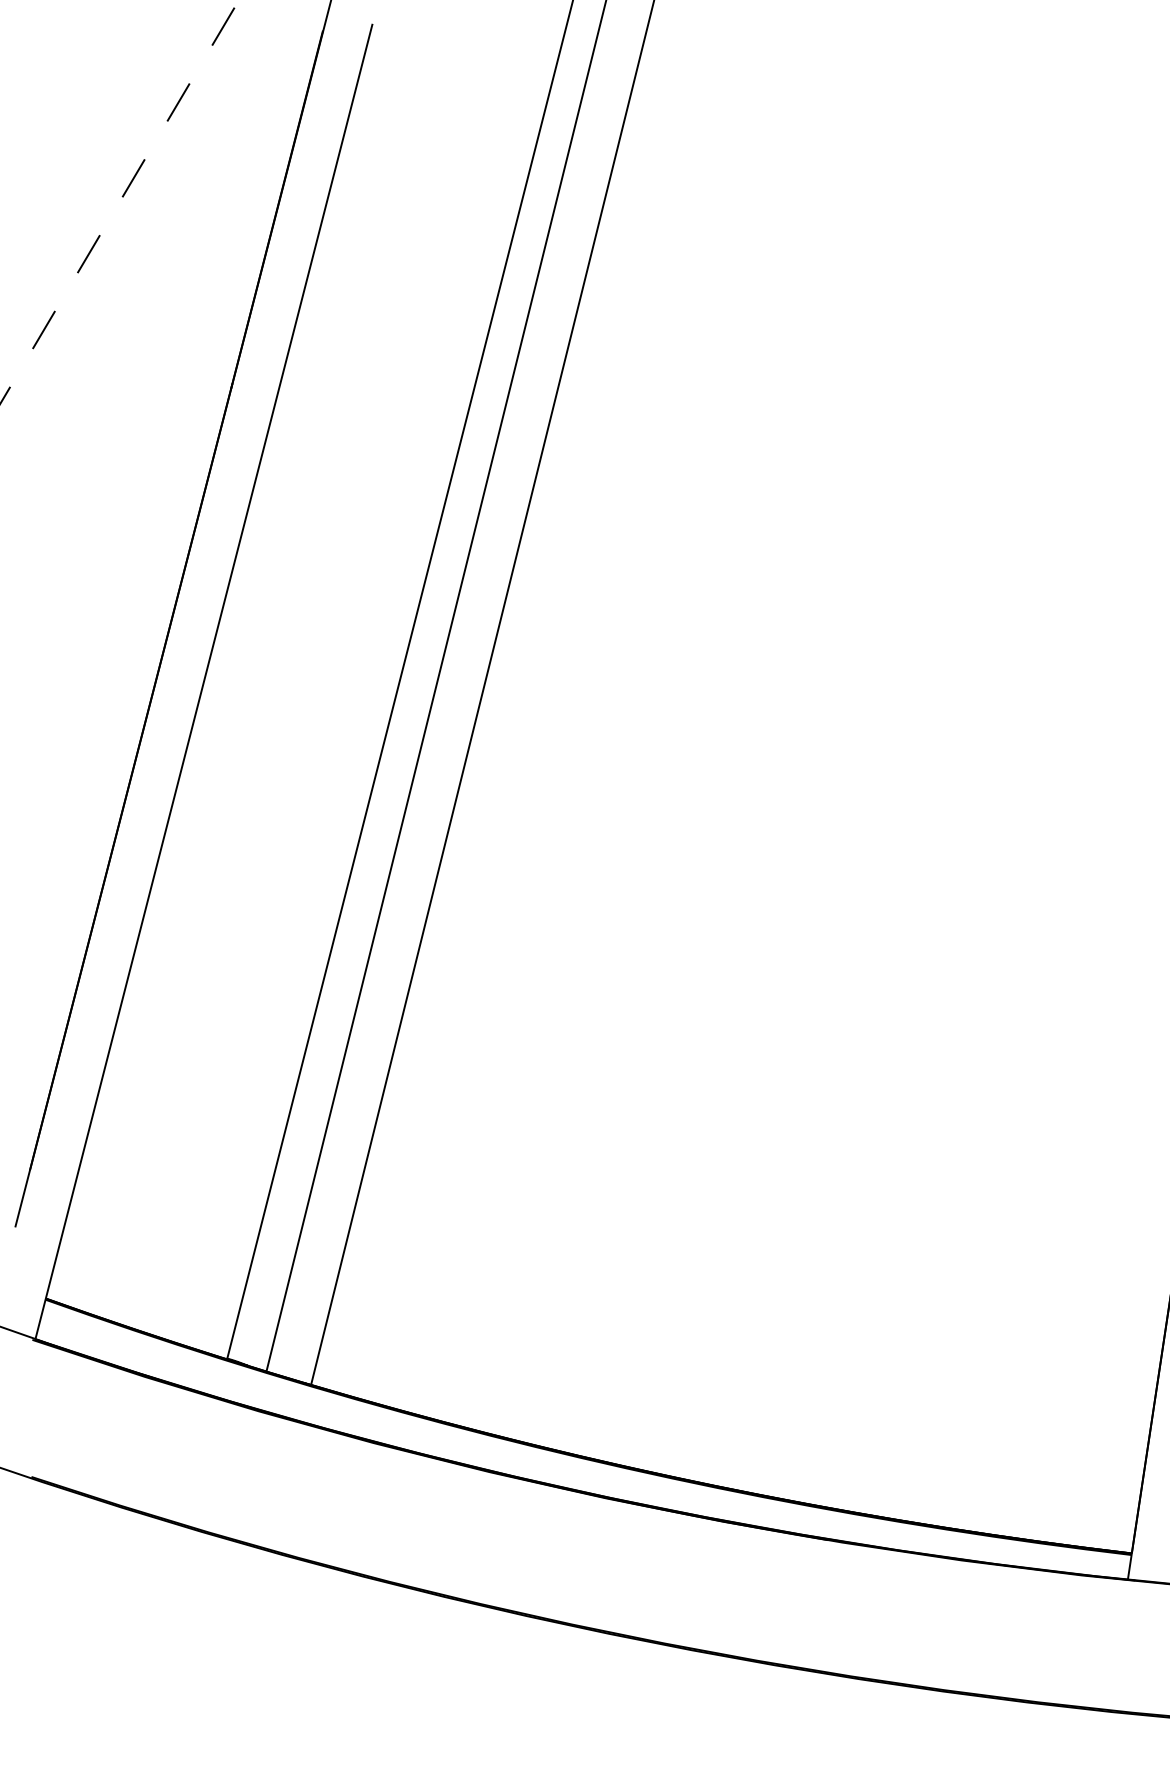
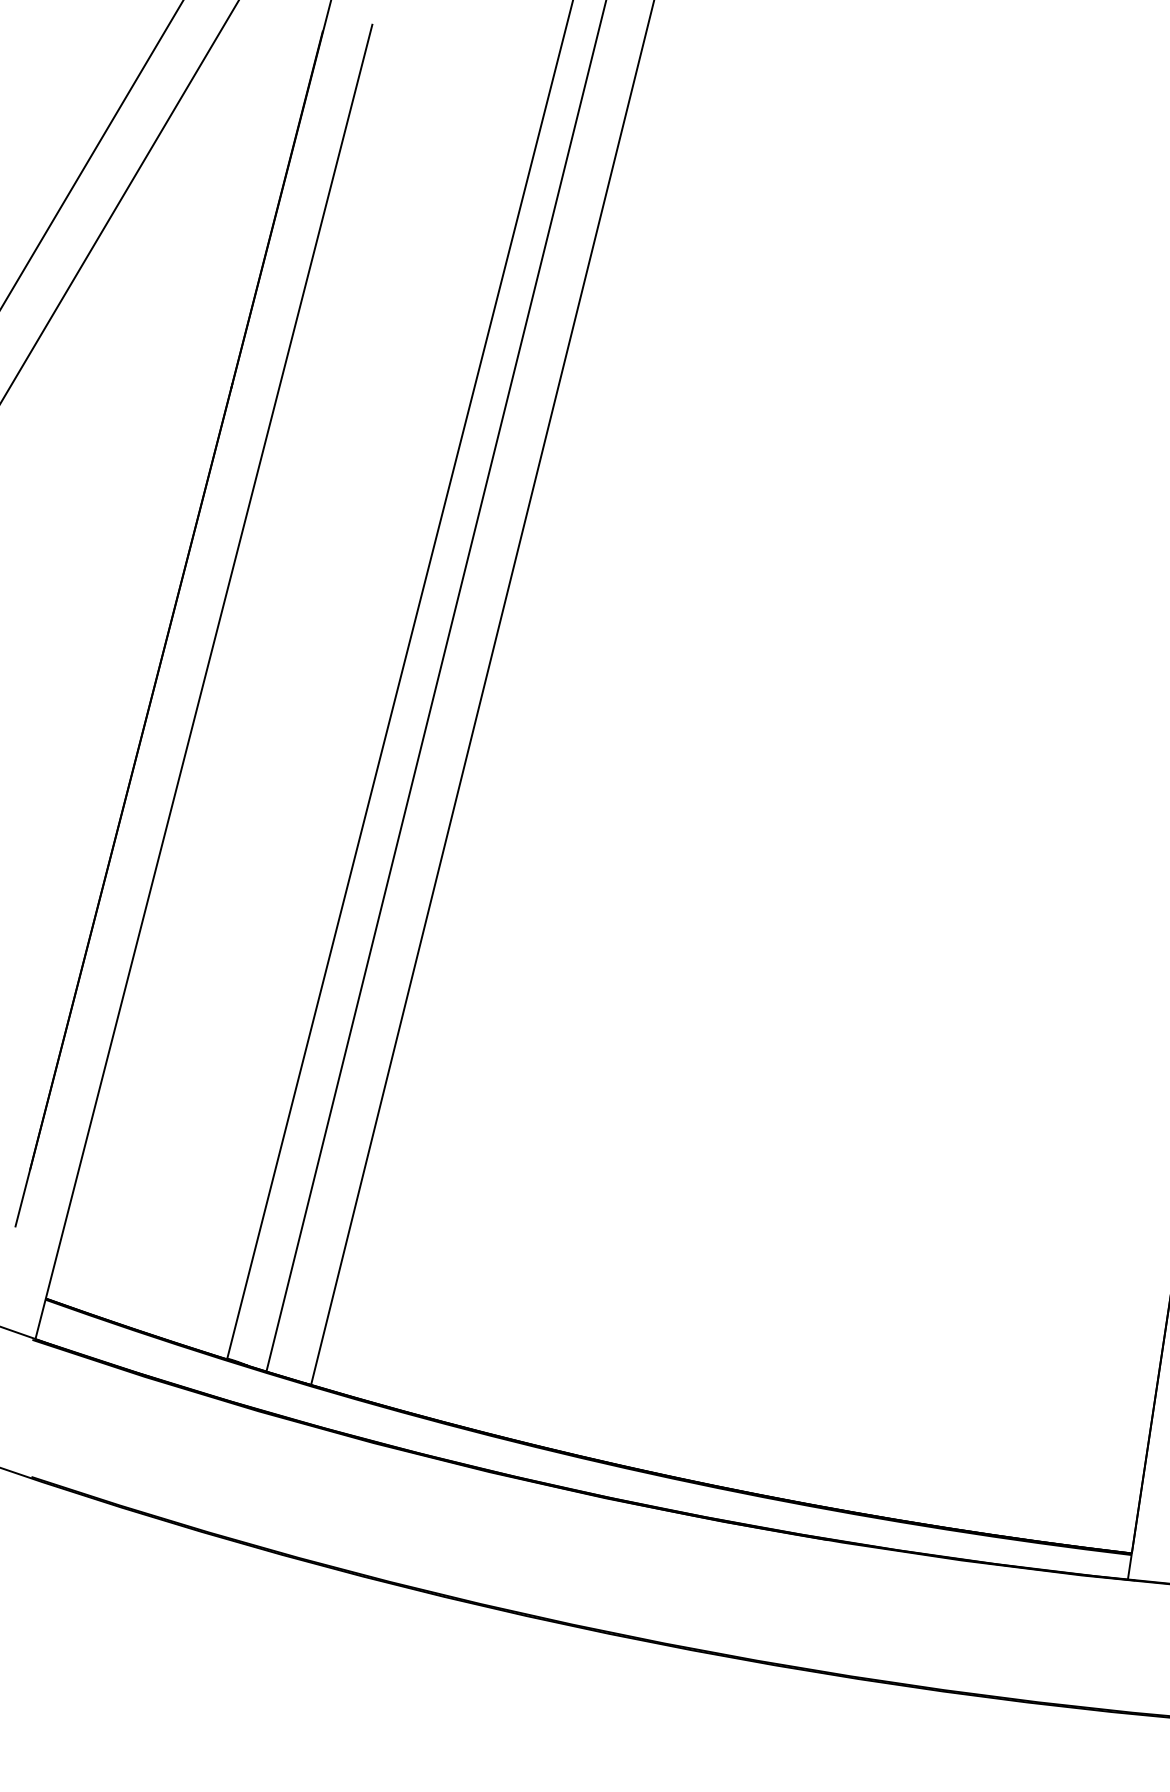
line at (92, 154): none -> present
line at (119, 201): dashed -> solid
